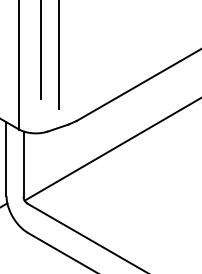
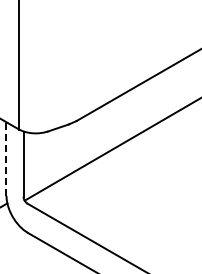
line at (40, 50): present -> none
line at (58, 55): present -> none
line at (6, 159): solid -> dashed
